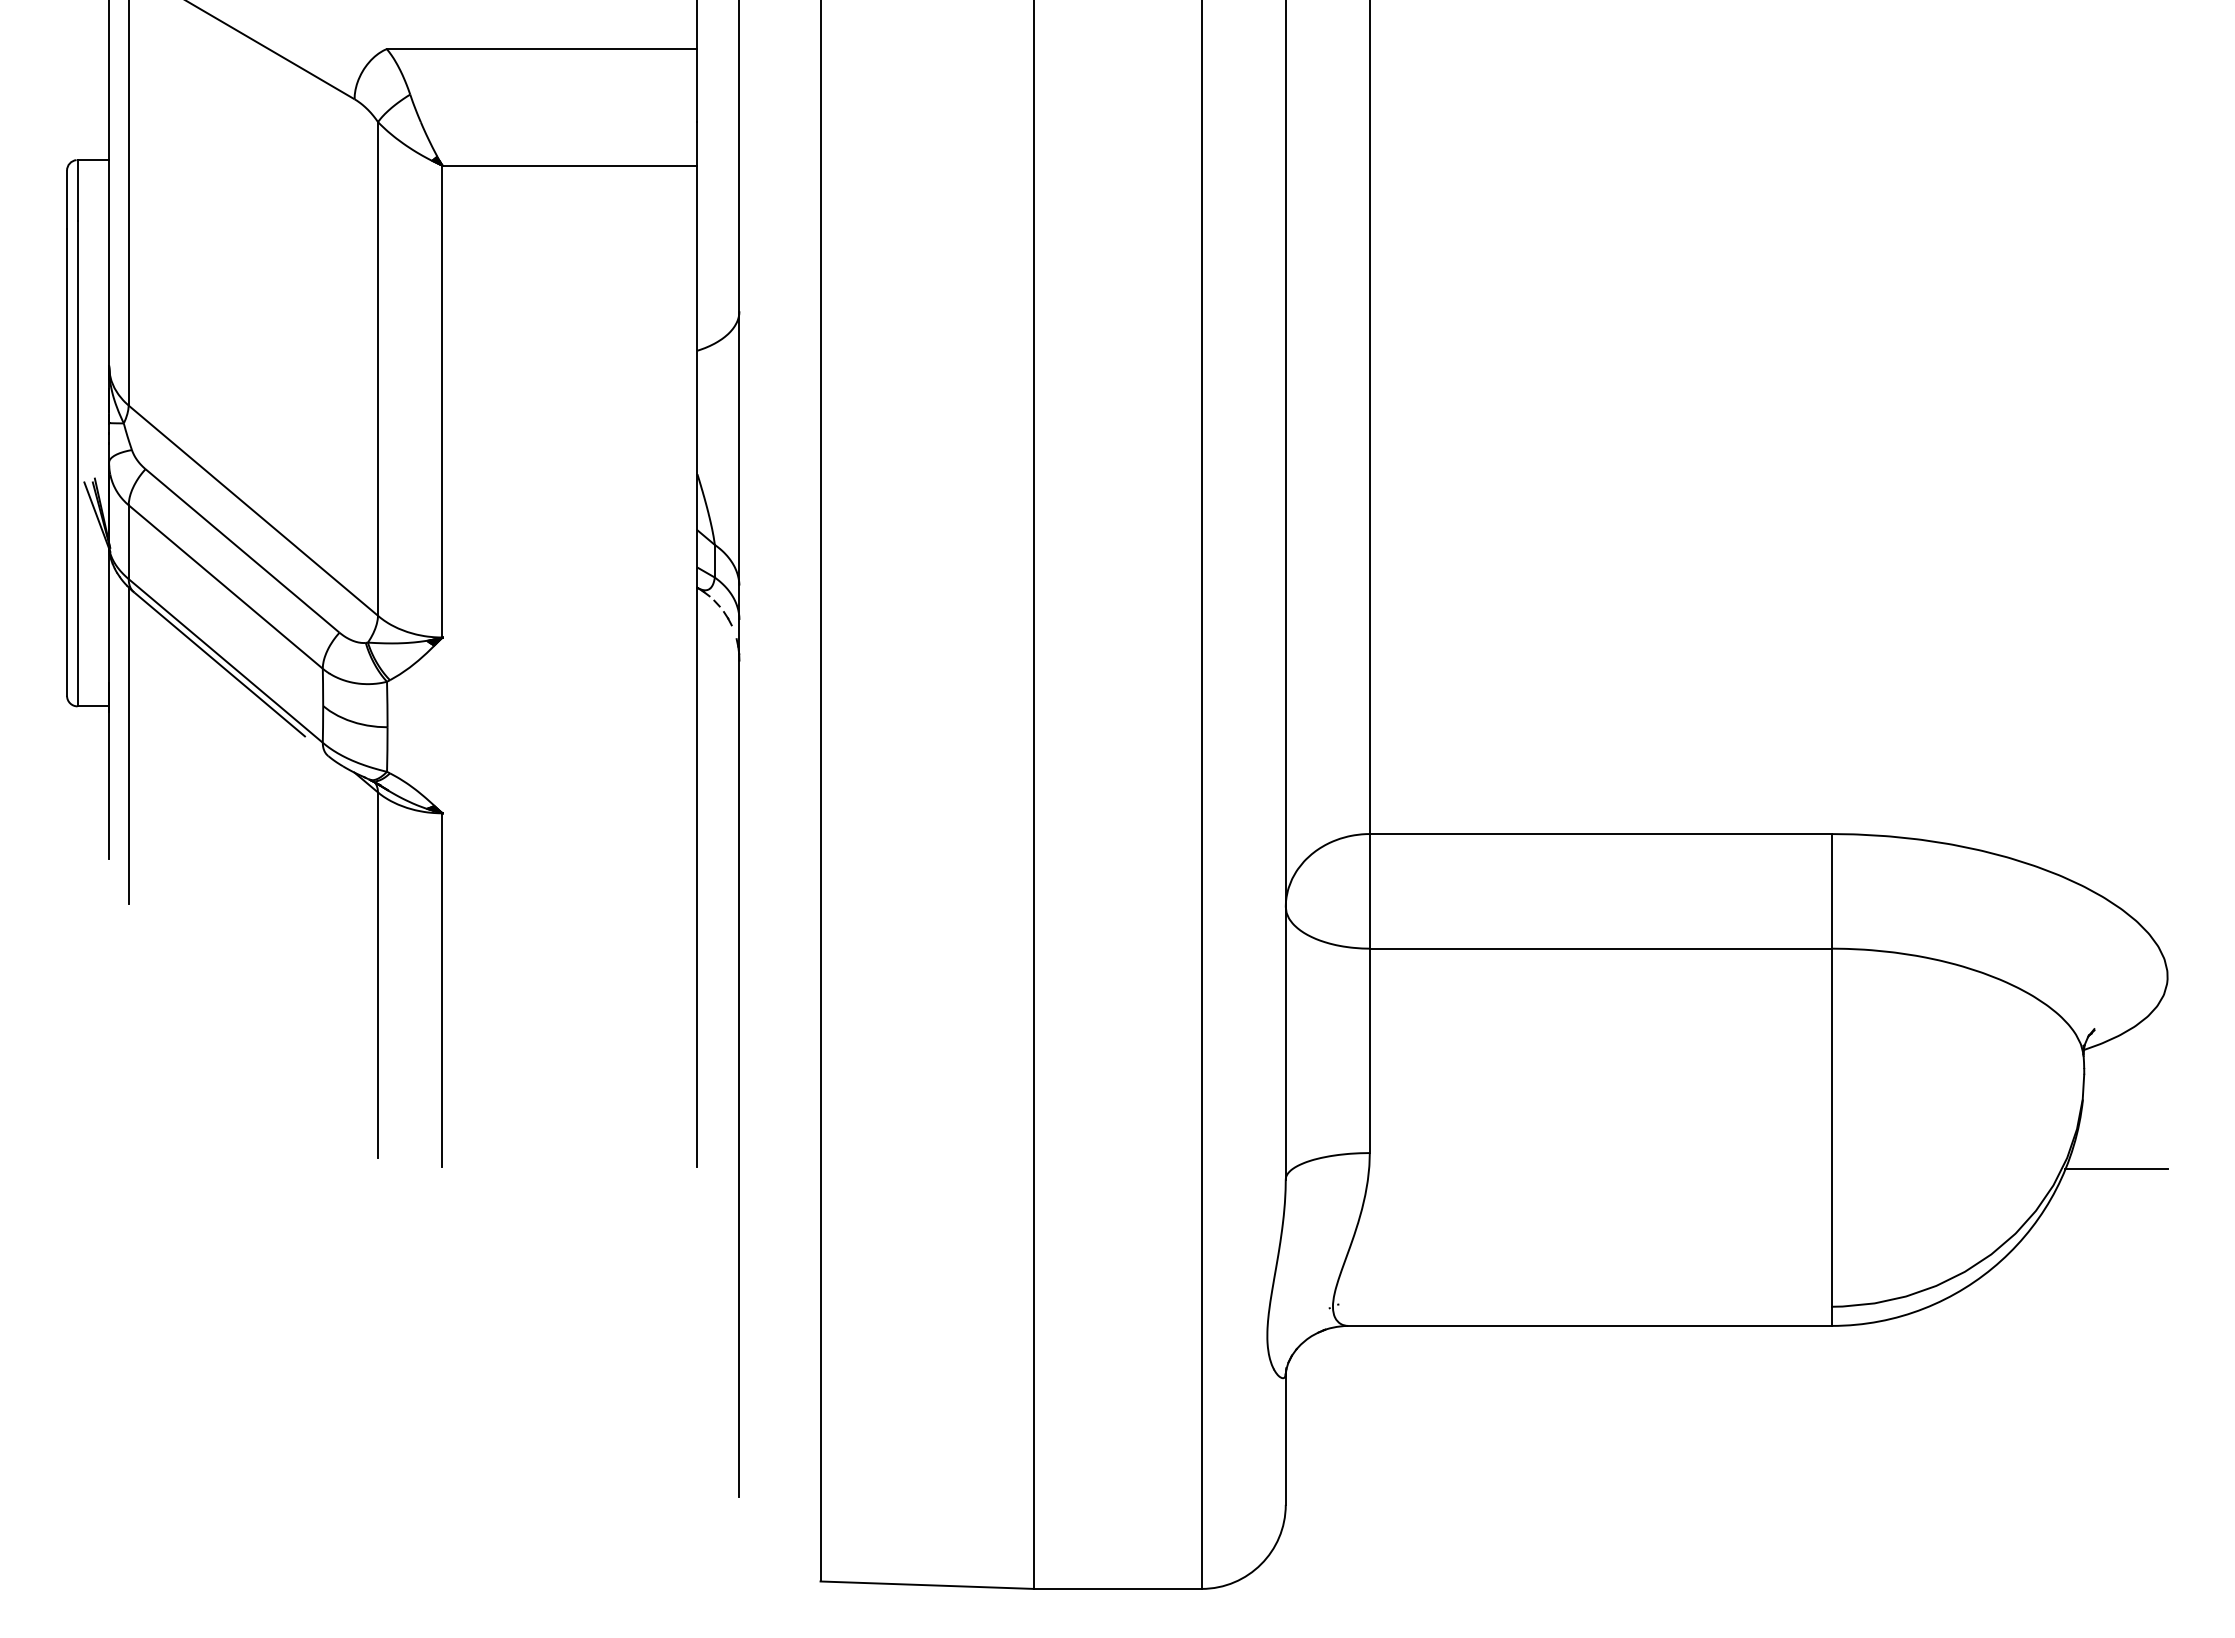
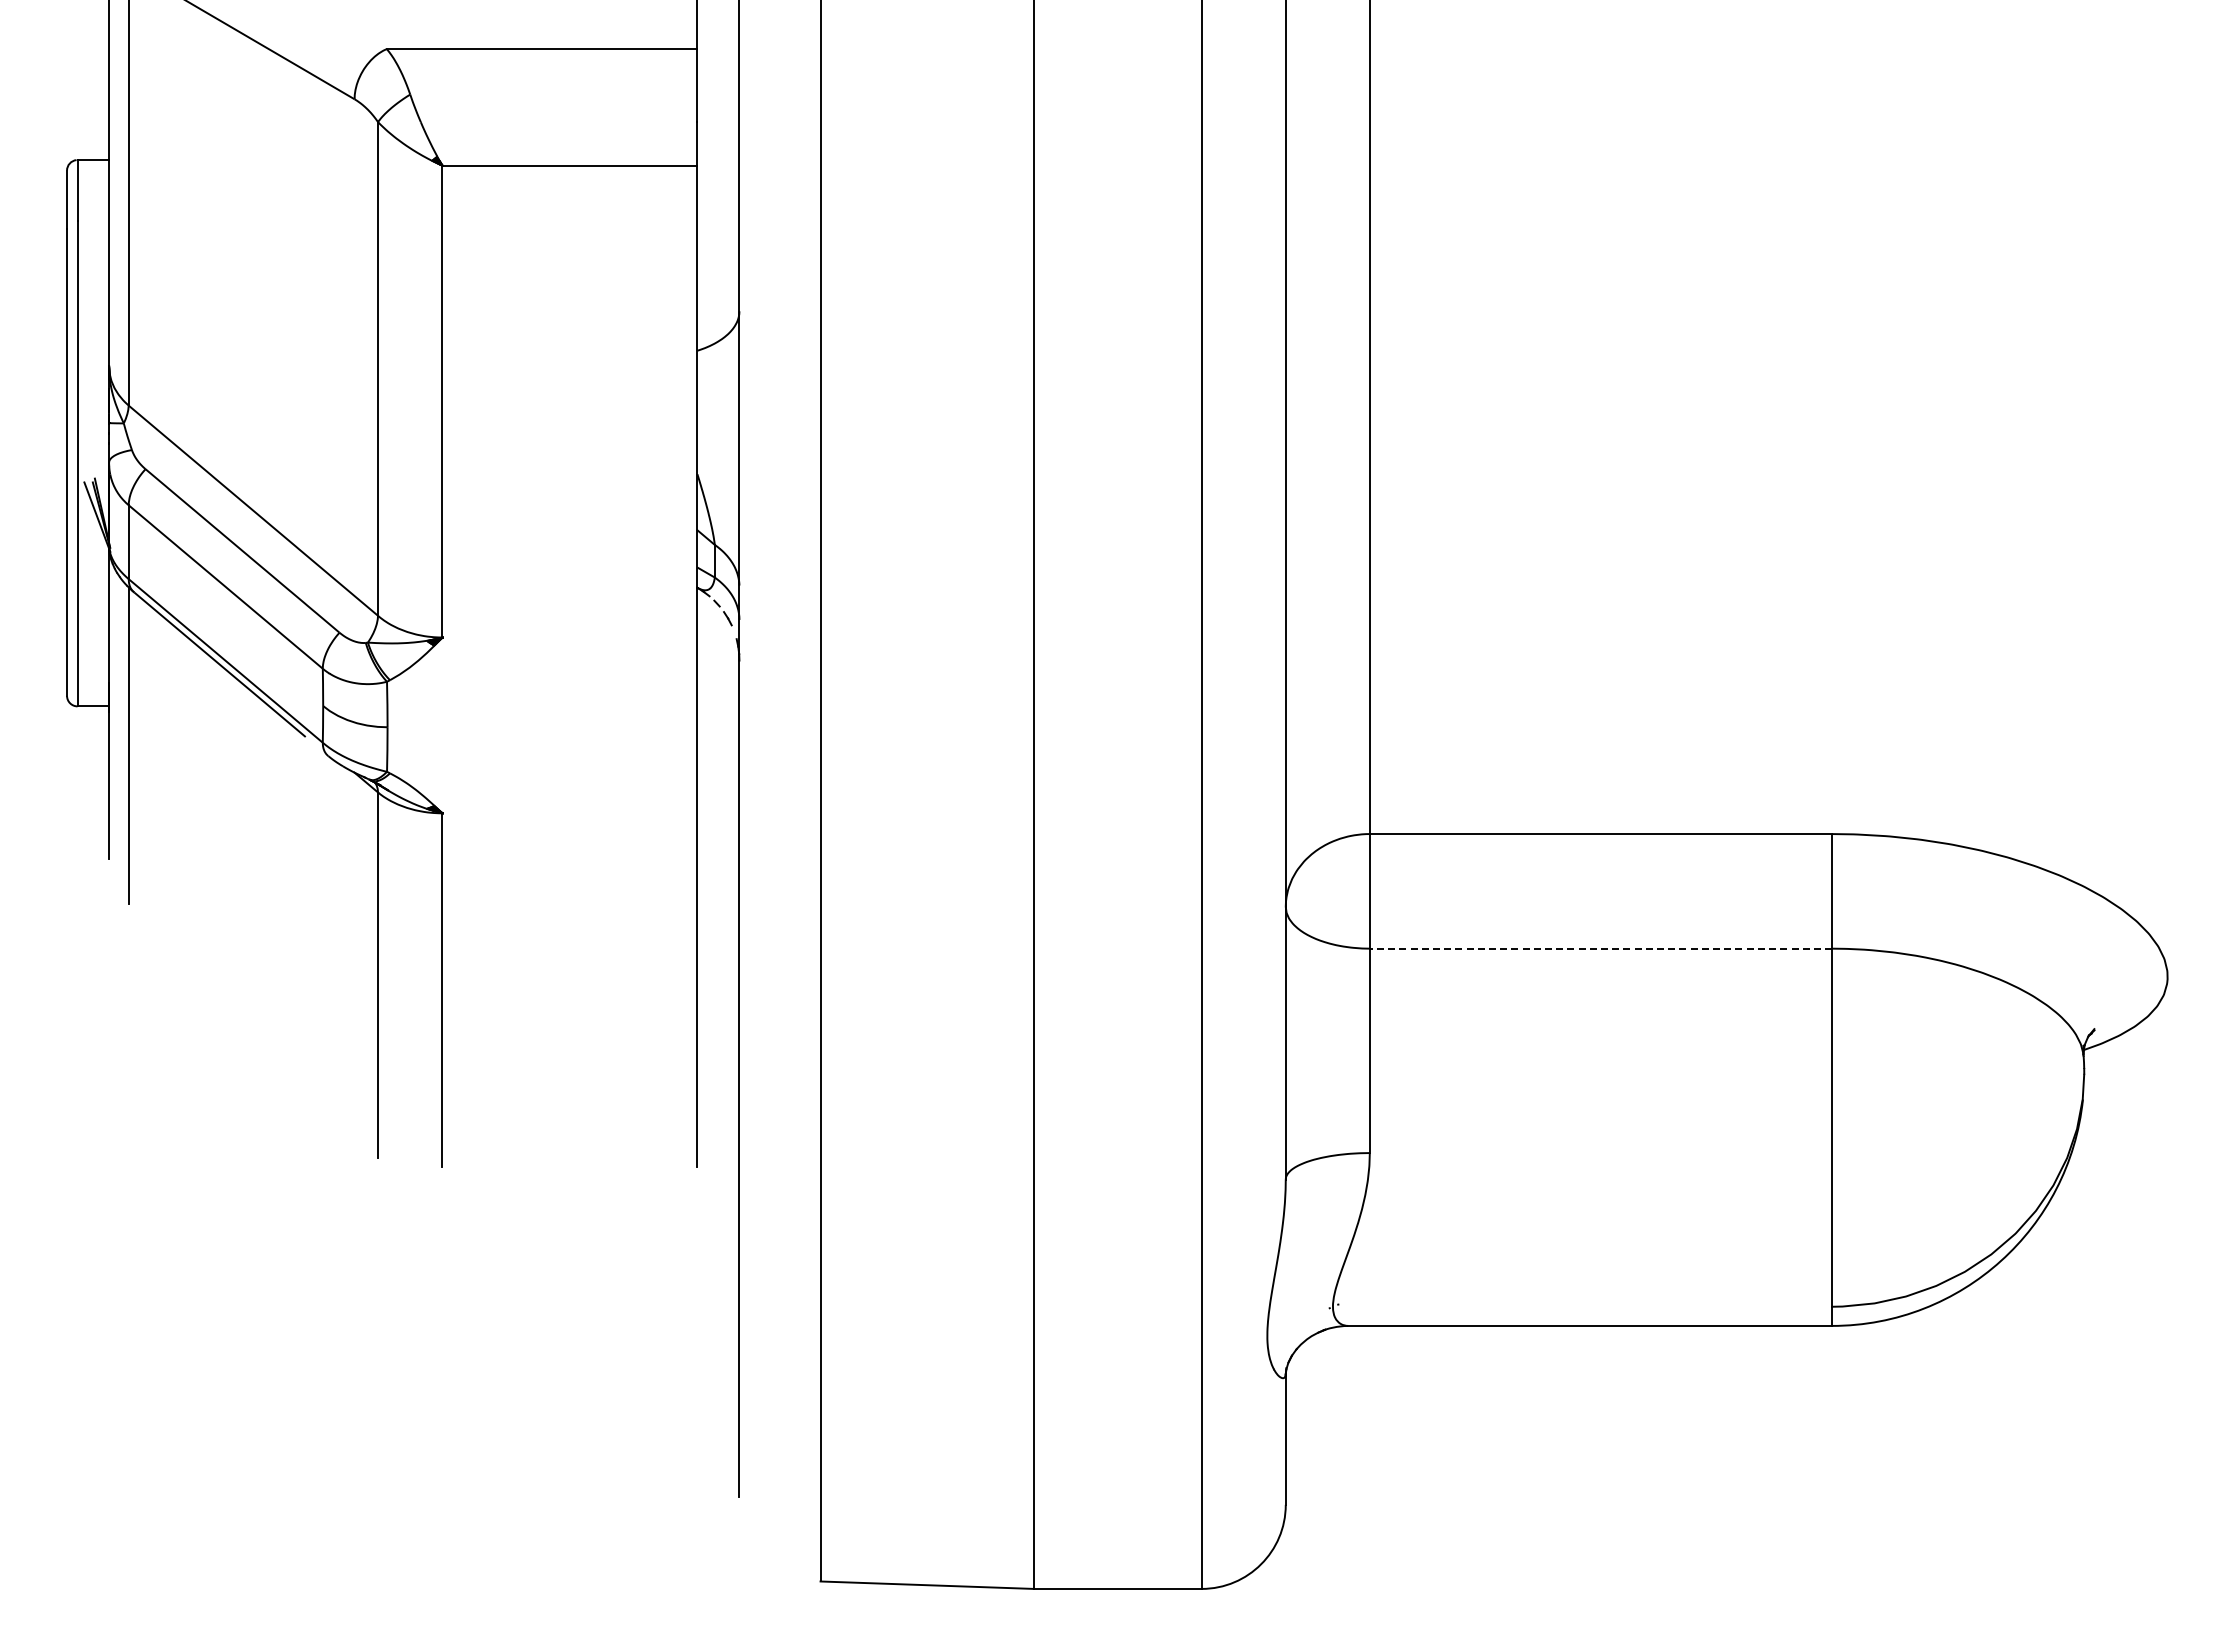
line at (1600, 948): solid -> dashed
line at (2116, 1168): present -> none
